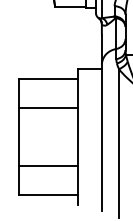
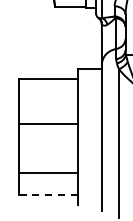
line at (48, 108) position: (48, 108) -> (48, 124)
line at (48, 166) position: (48, 166) -> (48, 173)
line at (48, 195): solid -> dashed
